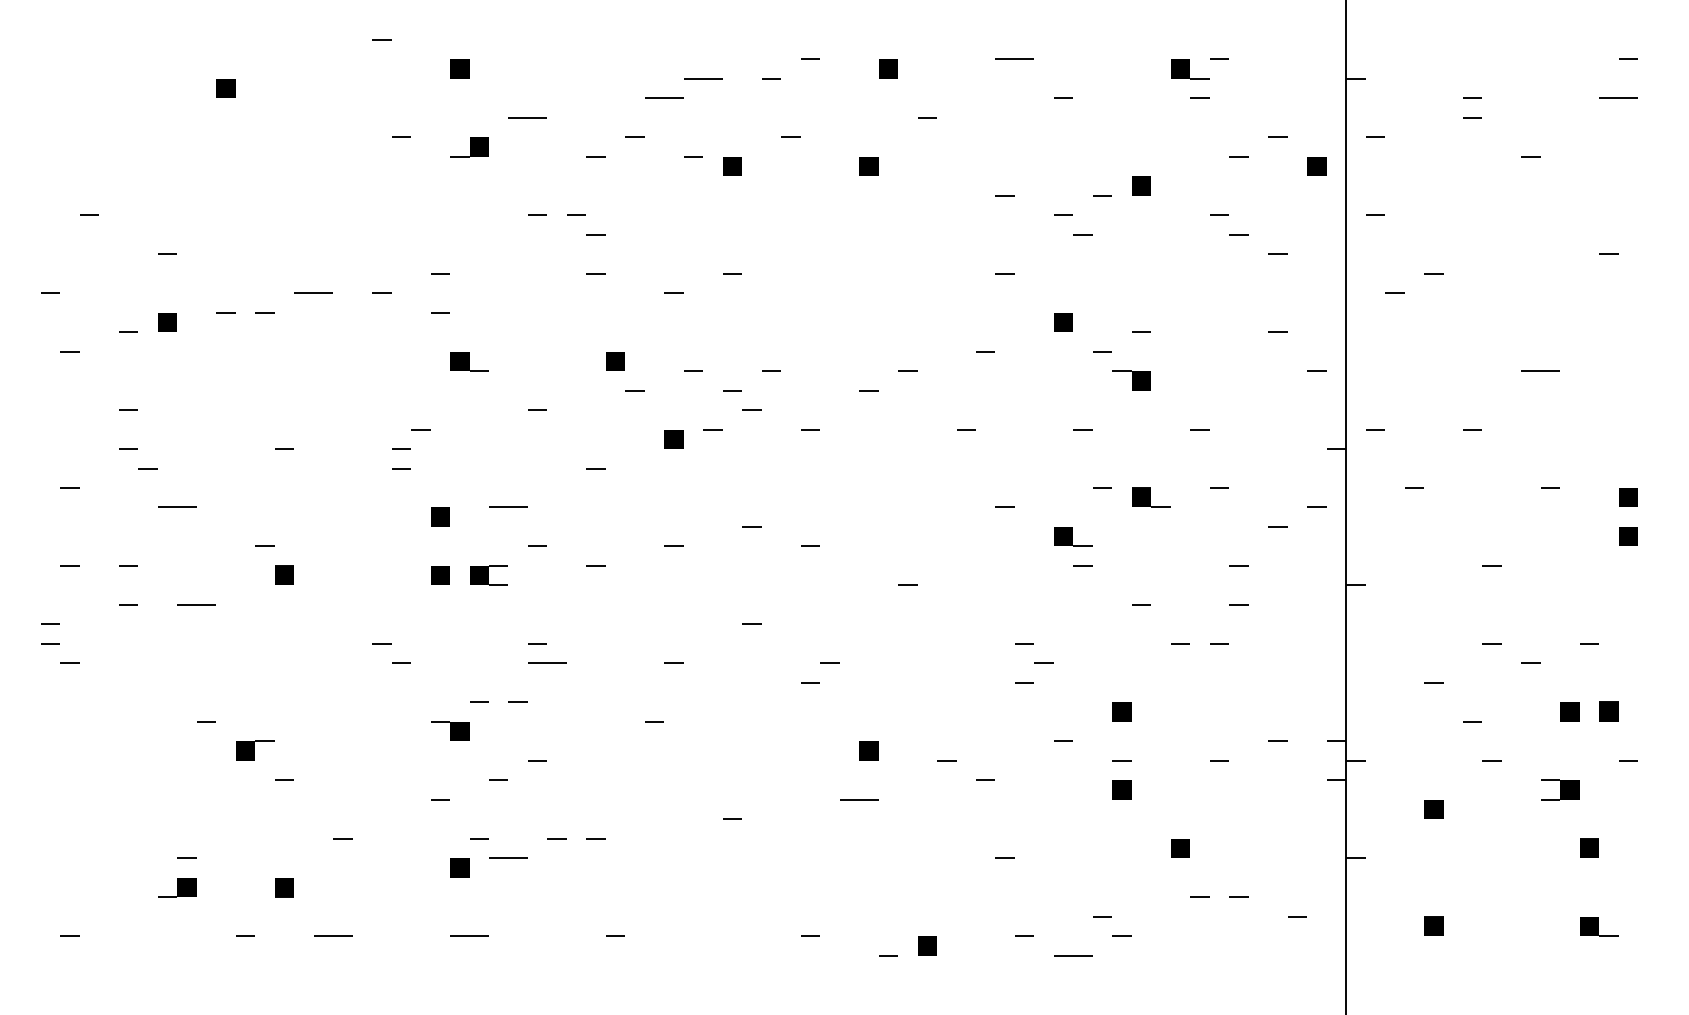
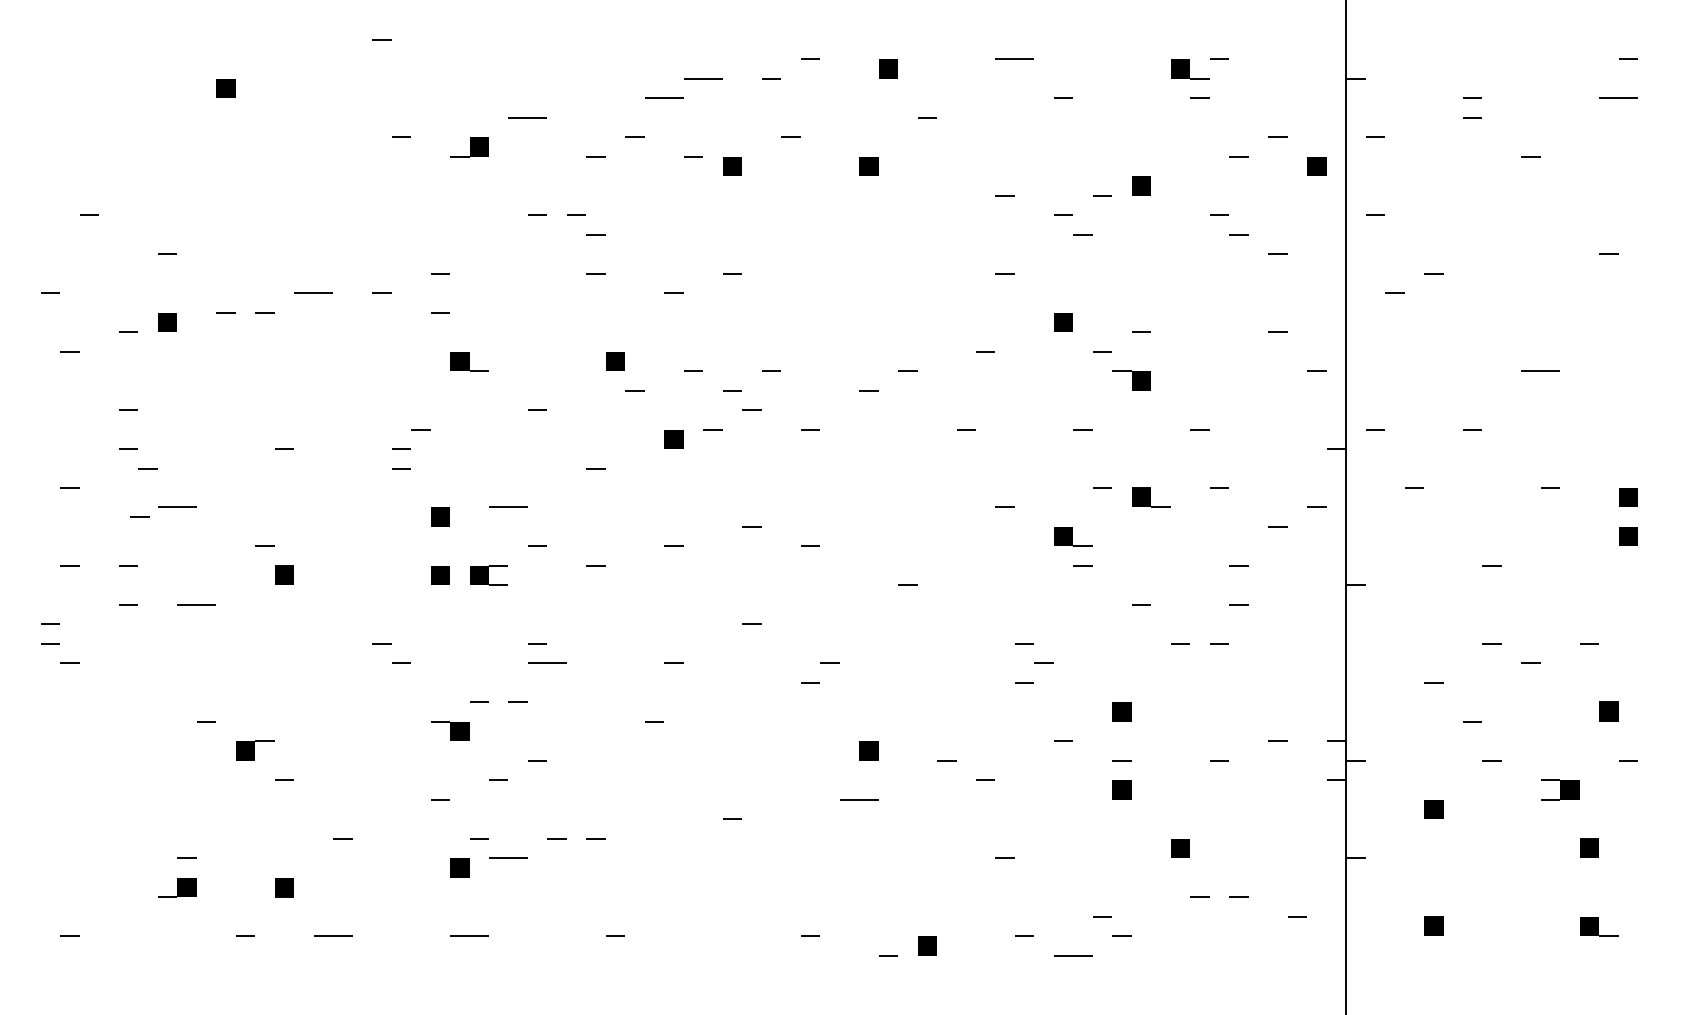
fill at (459, 68): present -> none
line at (139, 516): none -> present
fill at (1569, 711): present -> none
